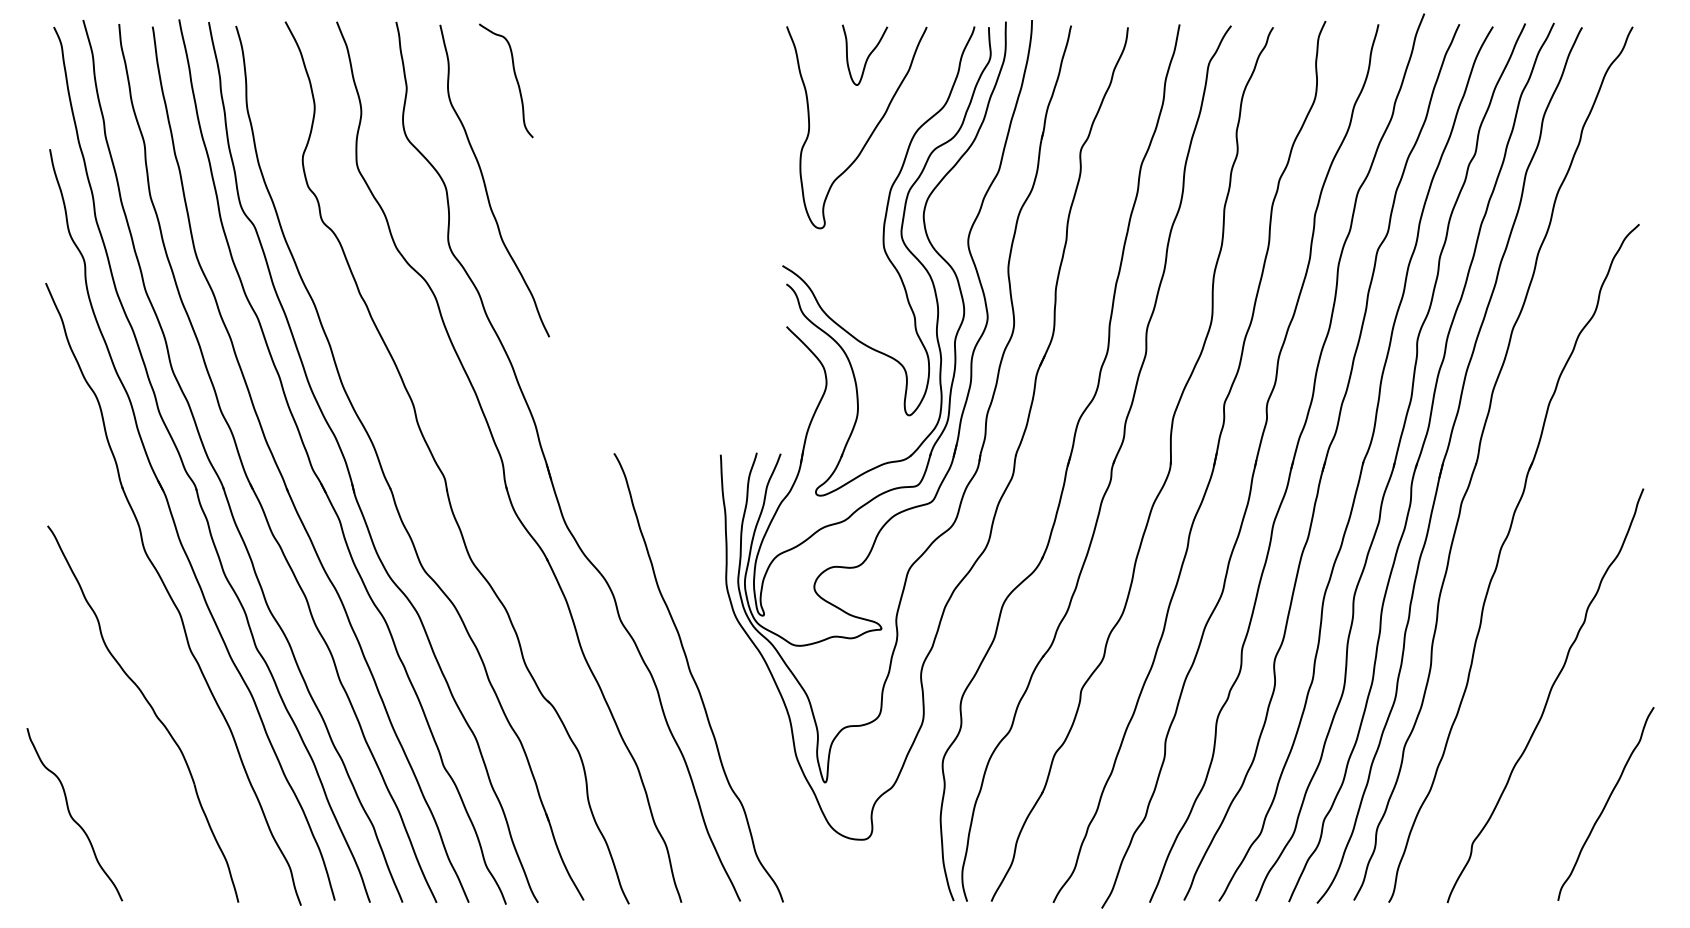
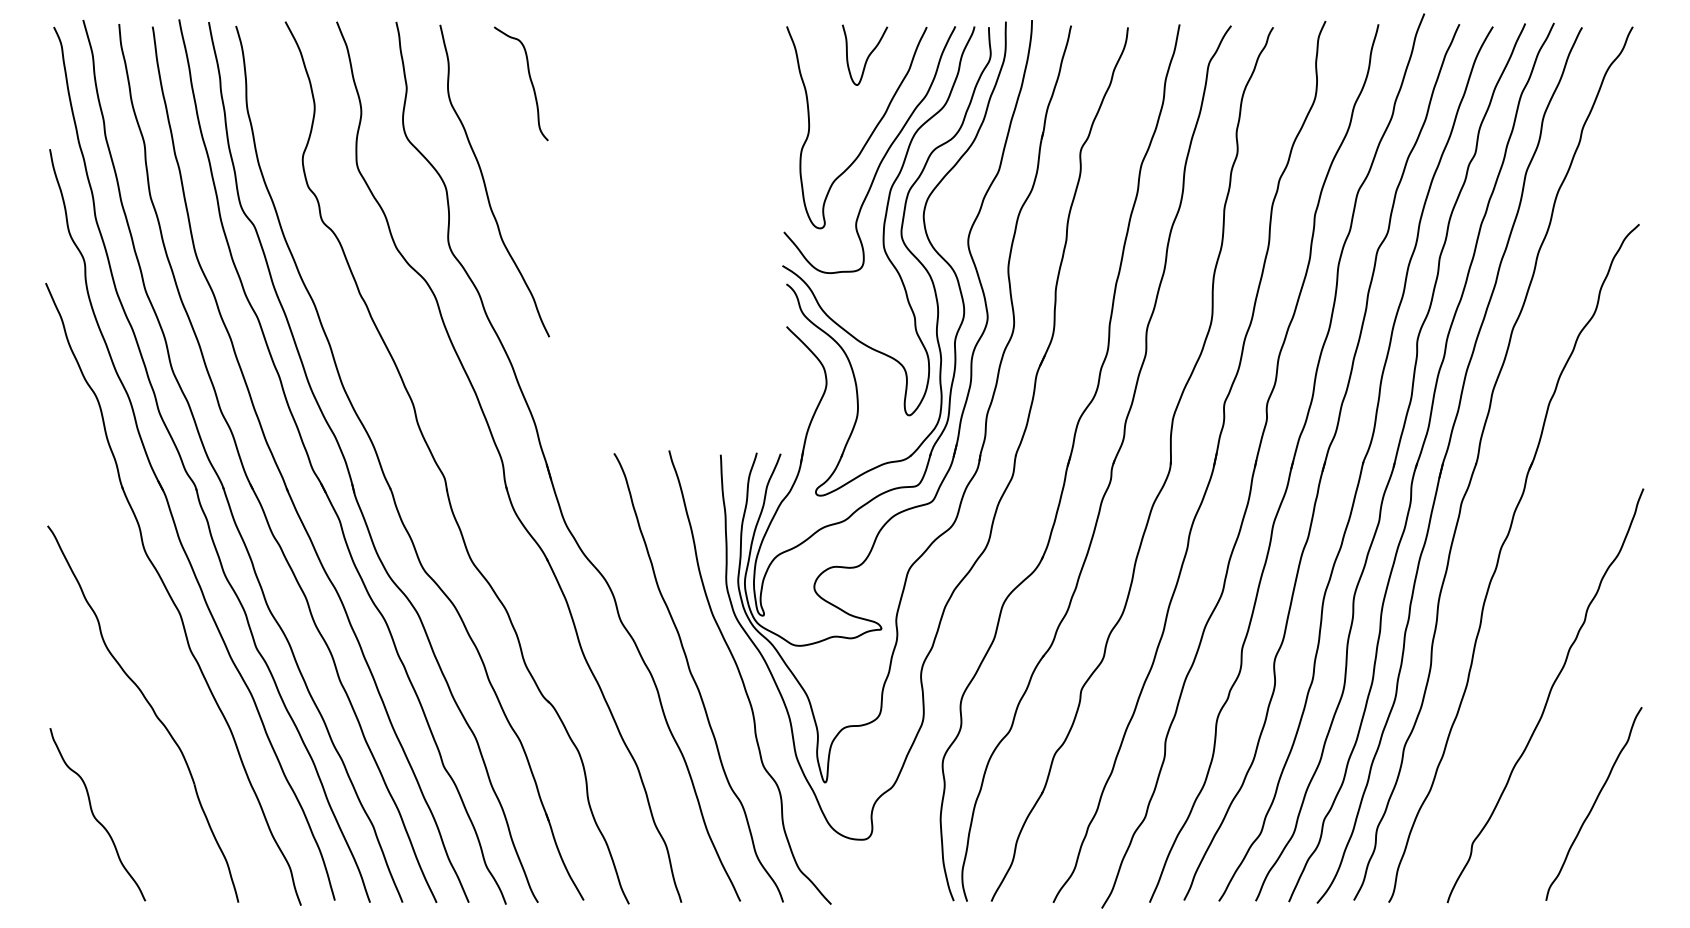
curve at (514, 76) position: (514, 76) -> (529, 79)
curve at (882, 157): none -> present
curve at (743, 680): none -> present
curve at (1605, 803) position: (1605, 803) -> (1593, 803)
curve at (72, 816) position: (72, 816) -> (95, 816)
